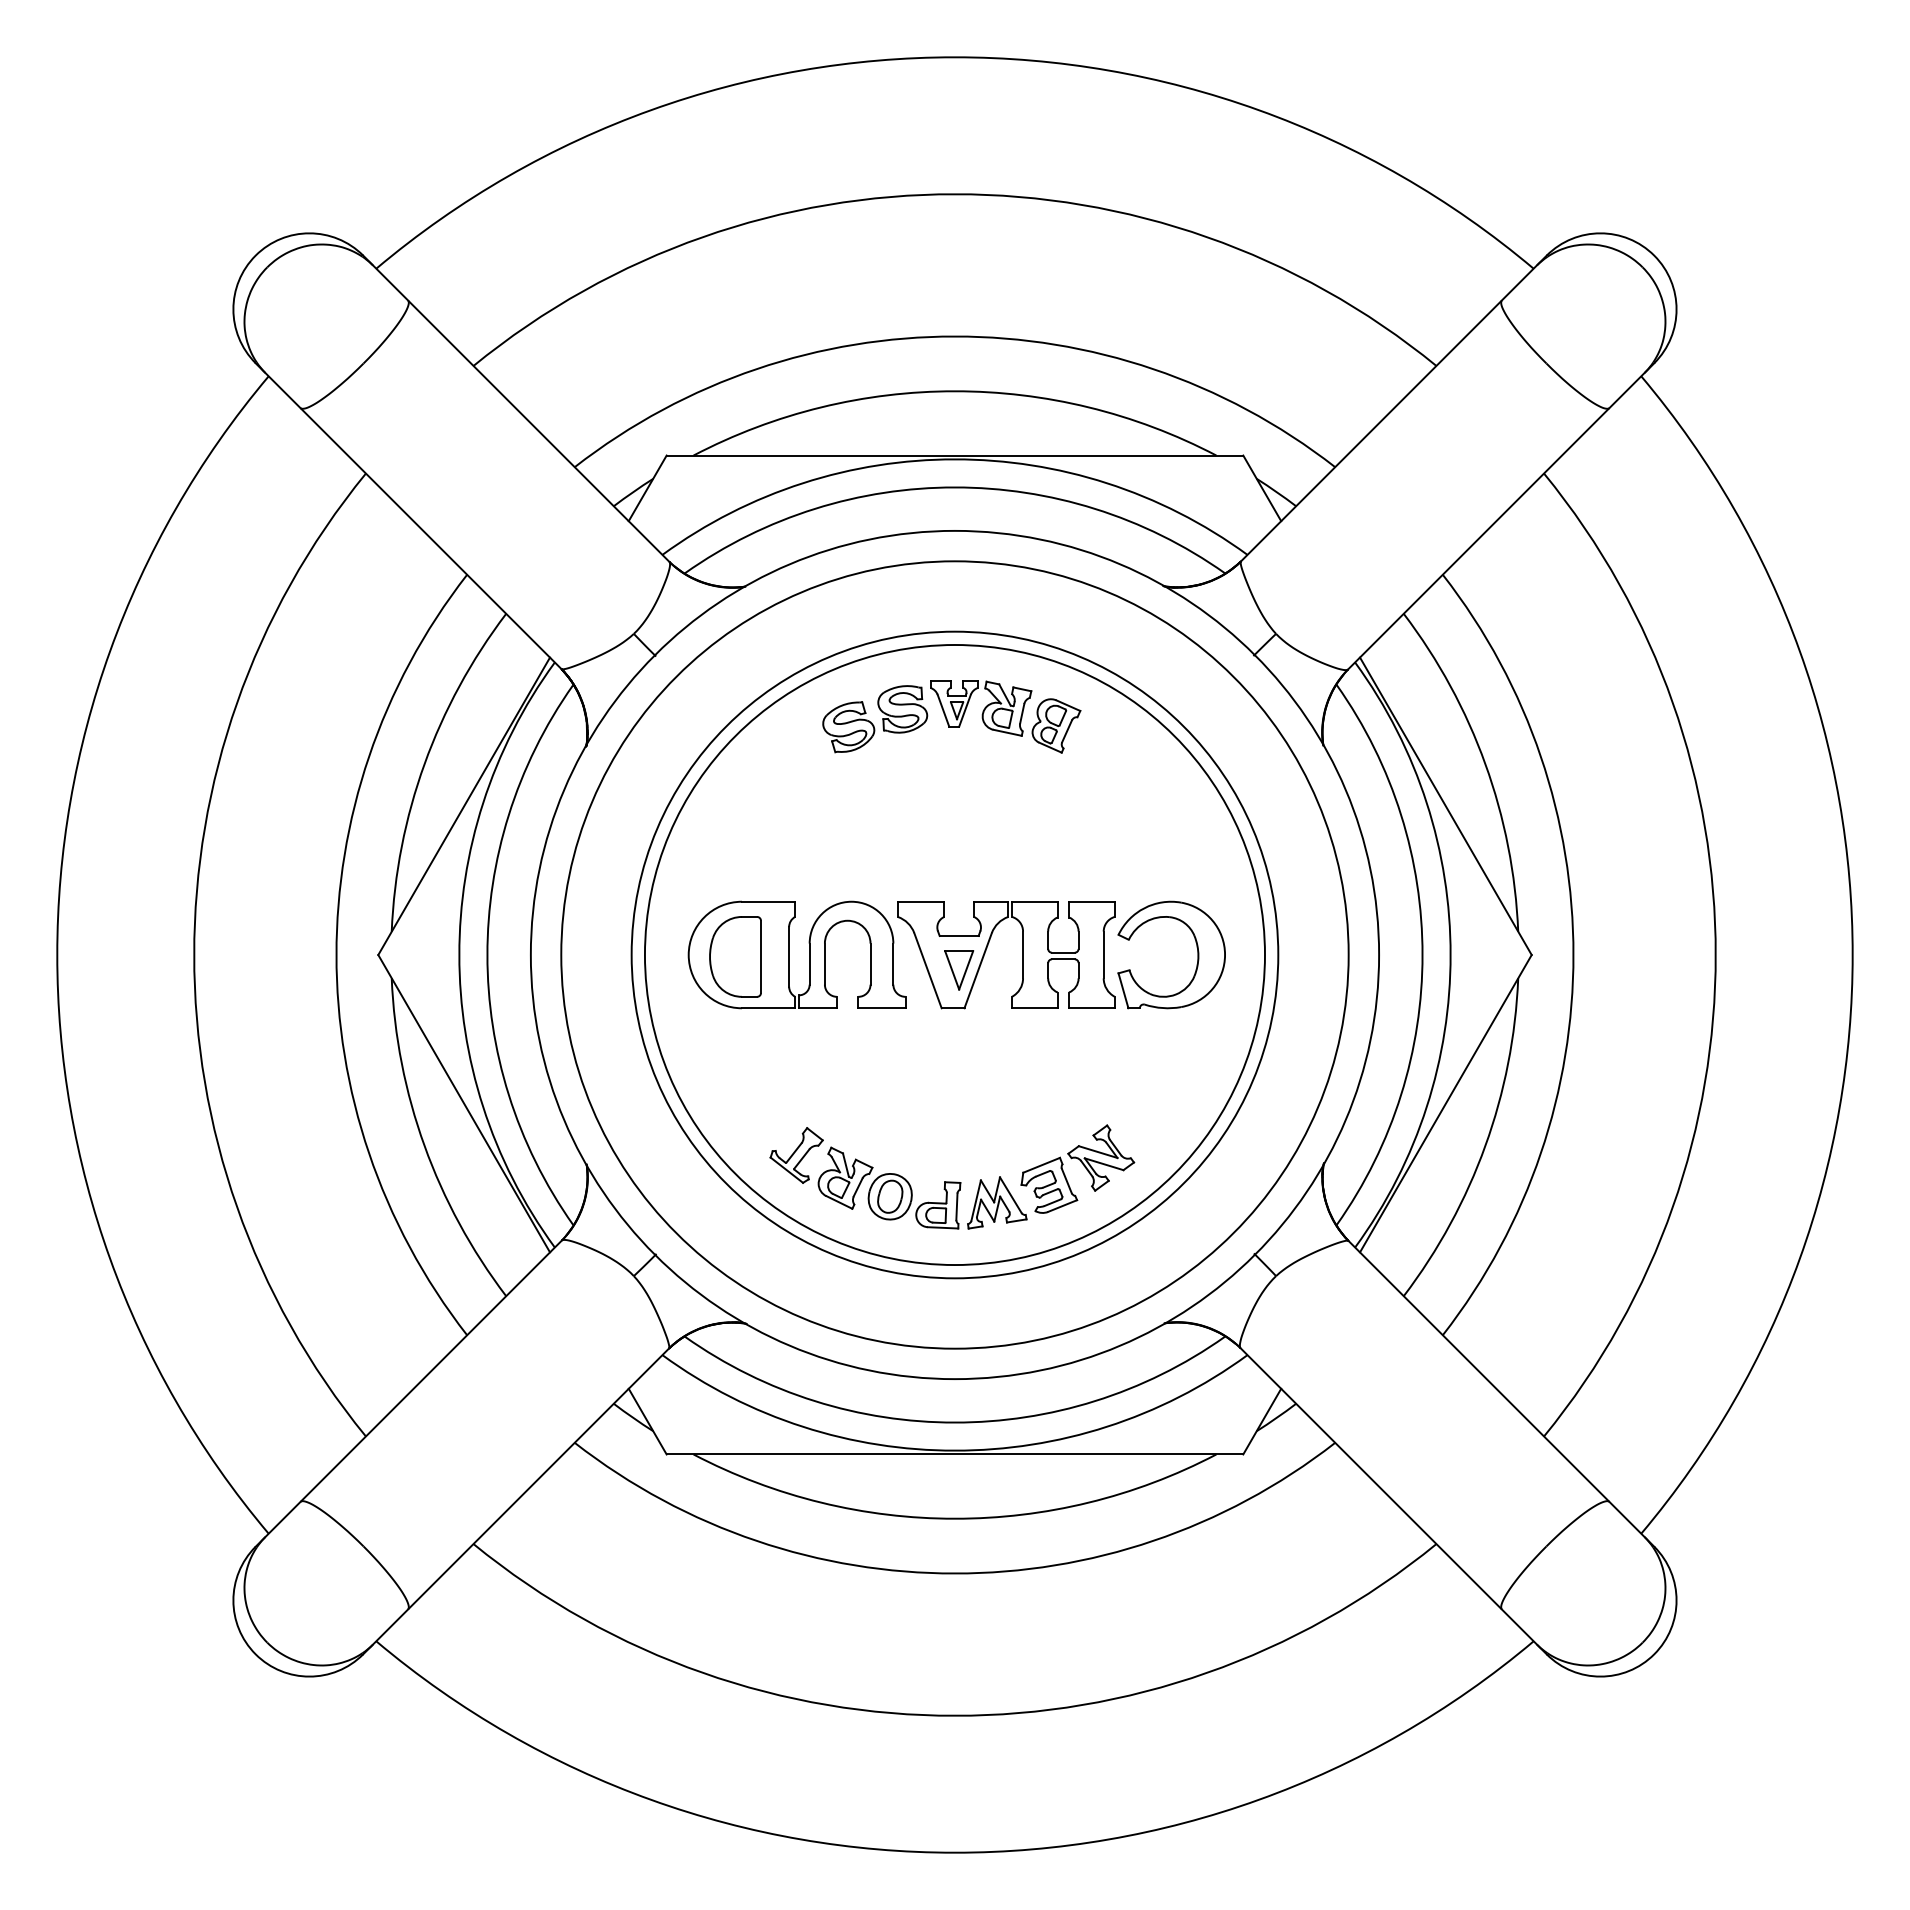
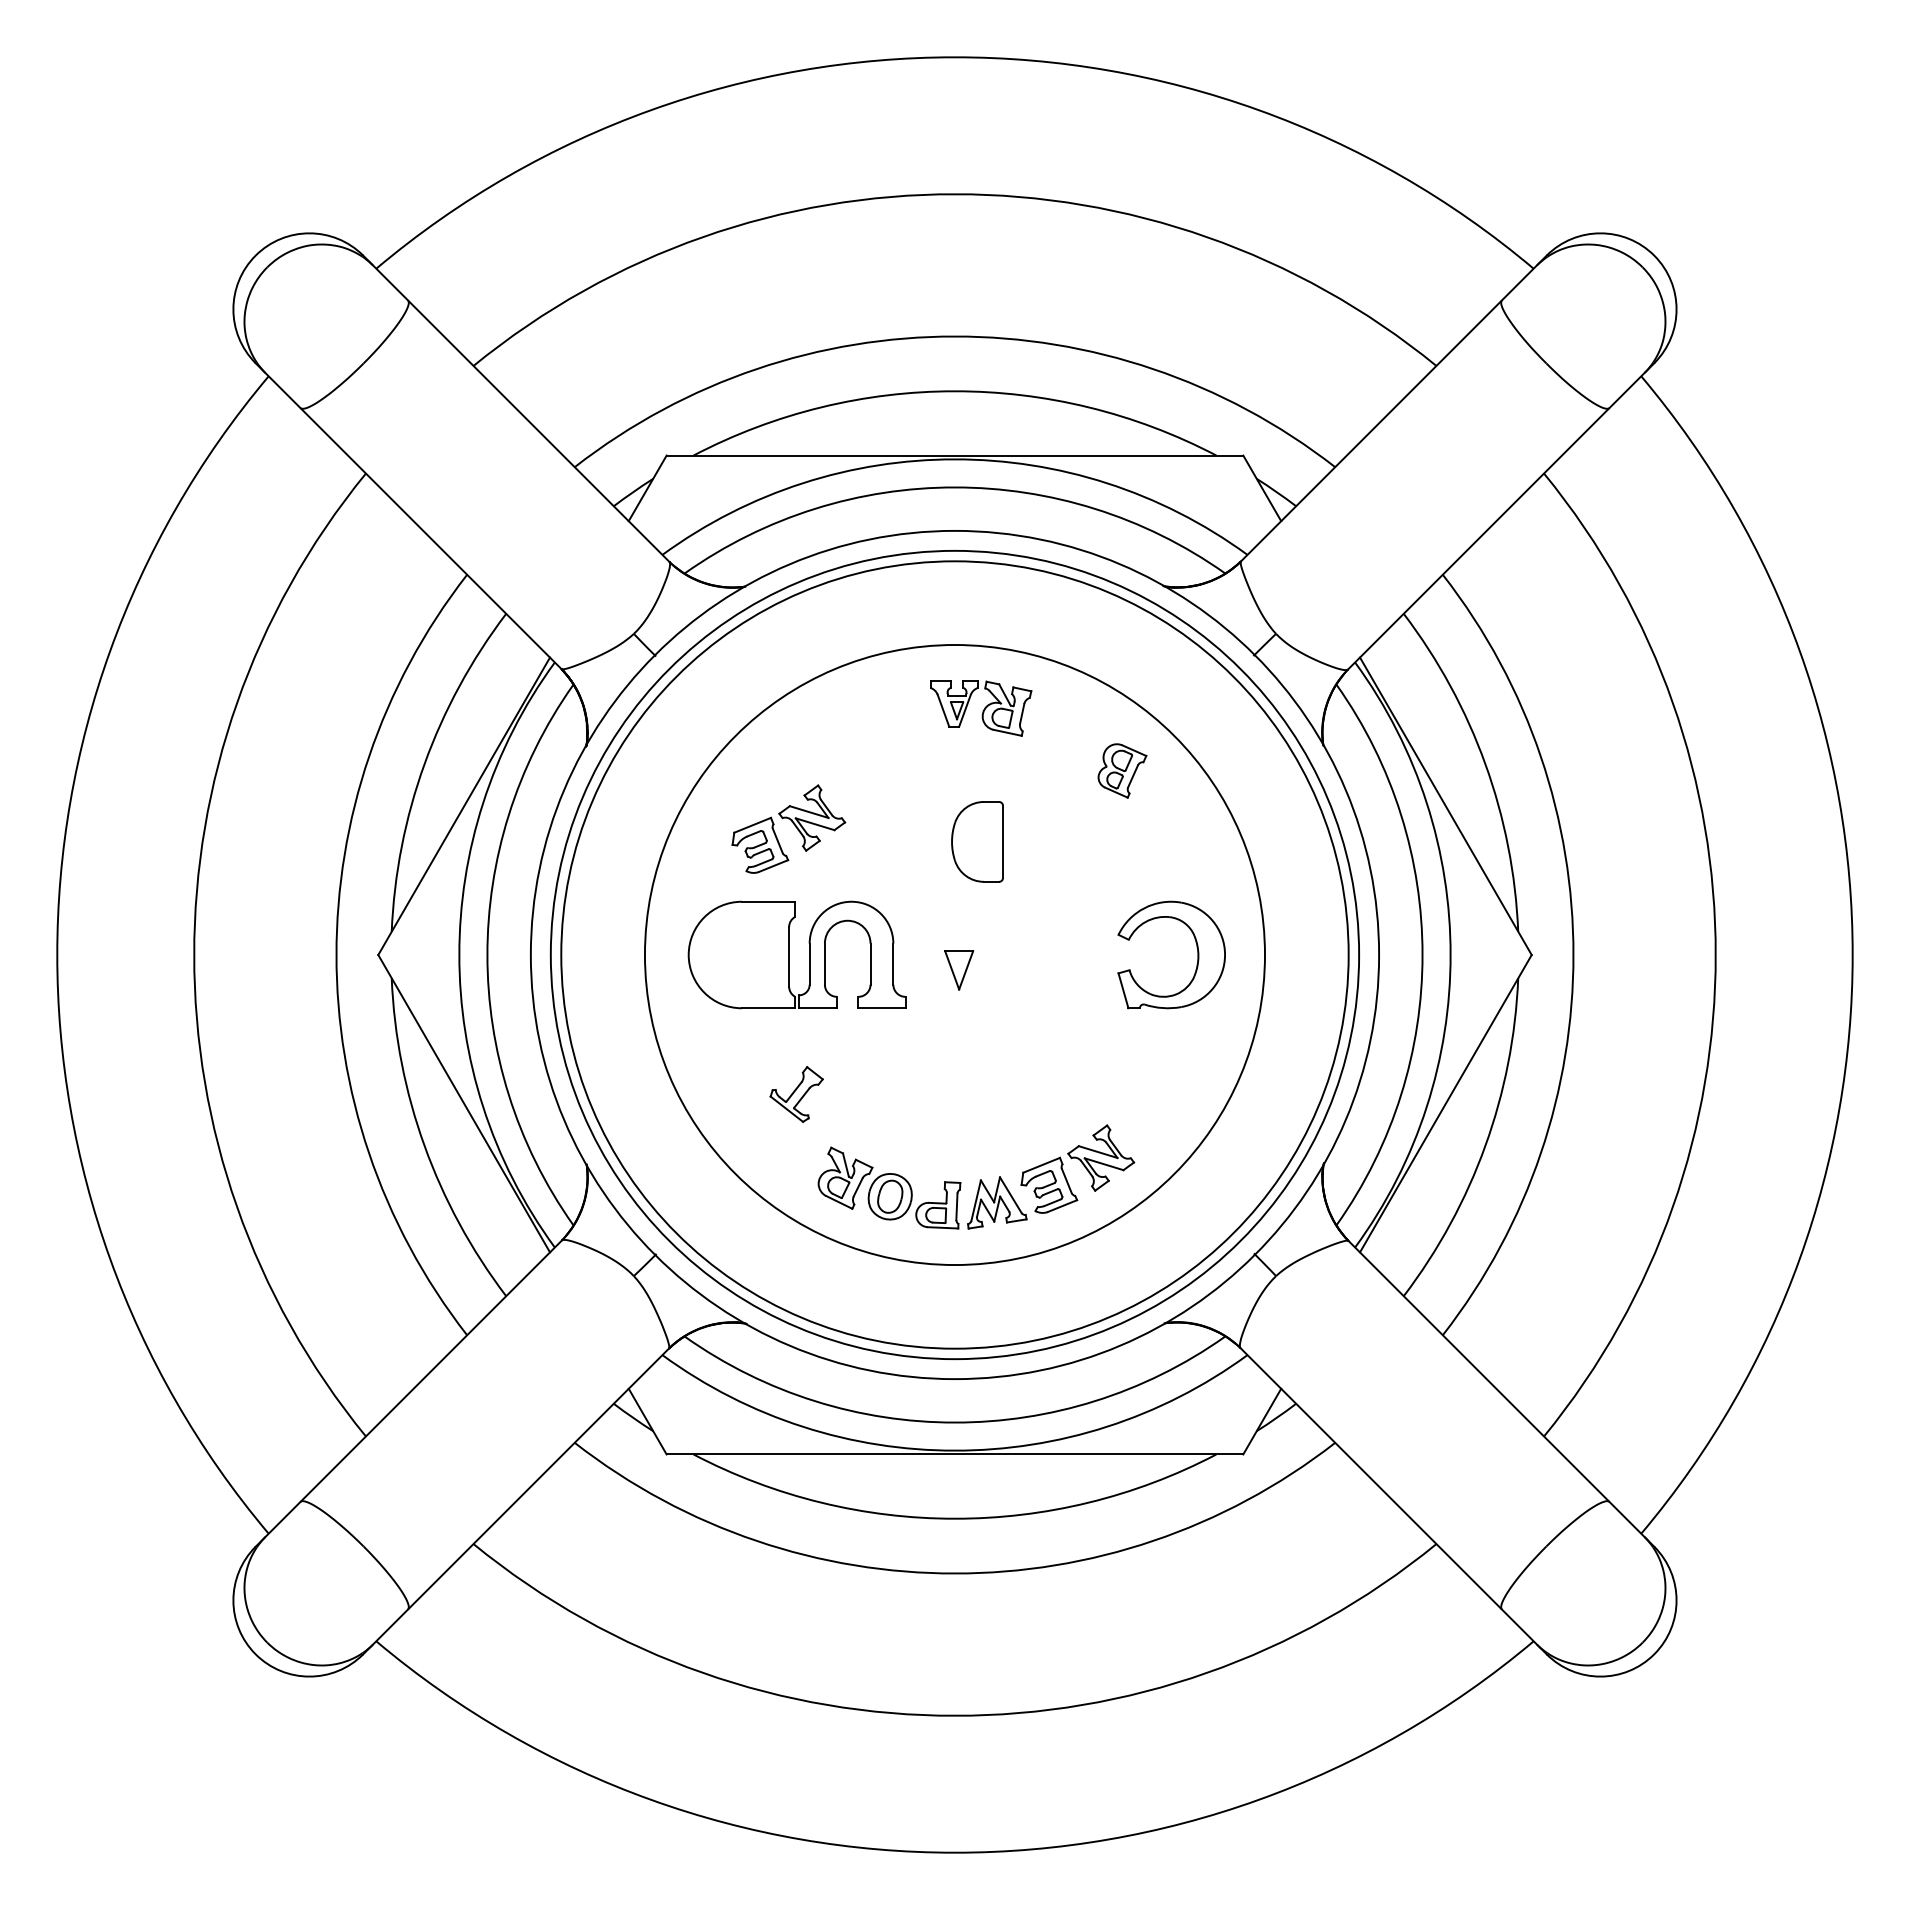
part at (875, 719): present -> none
part at (1056, 725) position: (1056, 725) -> (1122, 770)
part at (792, 823): none -> present
circle at (954, 954) diameter: 647 px -> 808 px
part at (1022, 955): present -> none
part at (735, 956) position: (735, 956) -> (977, 841)
part at (796, 1155) position: (796, 1155) -> (796, 1094)
